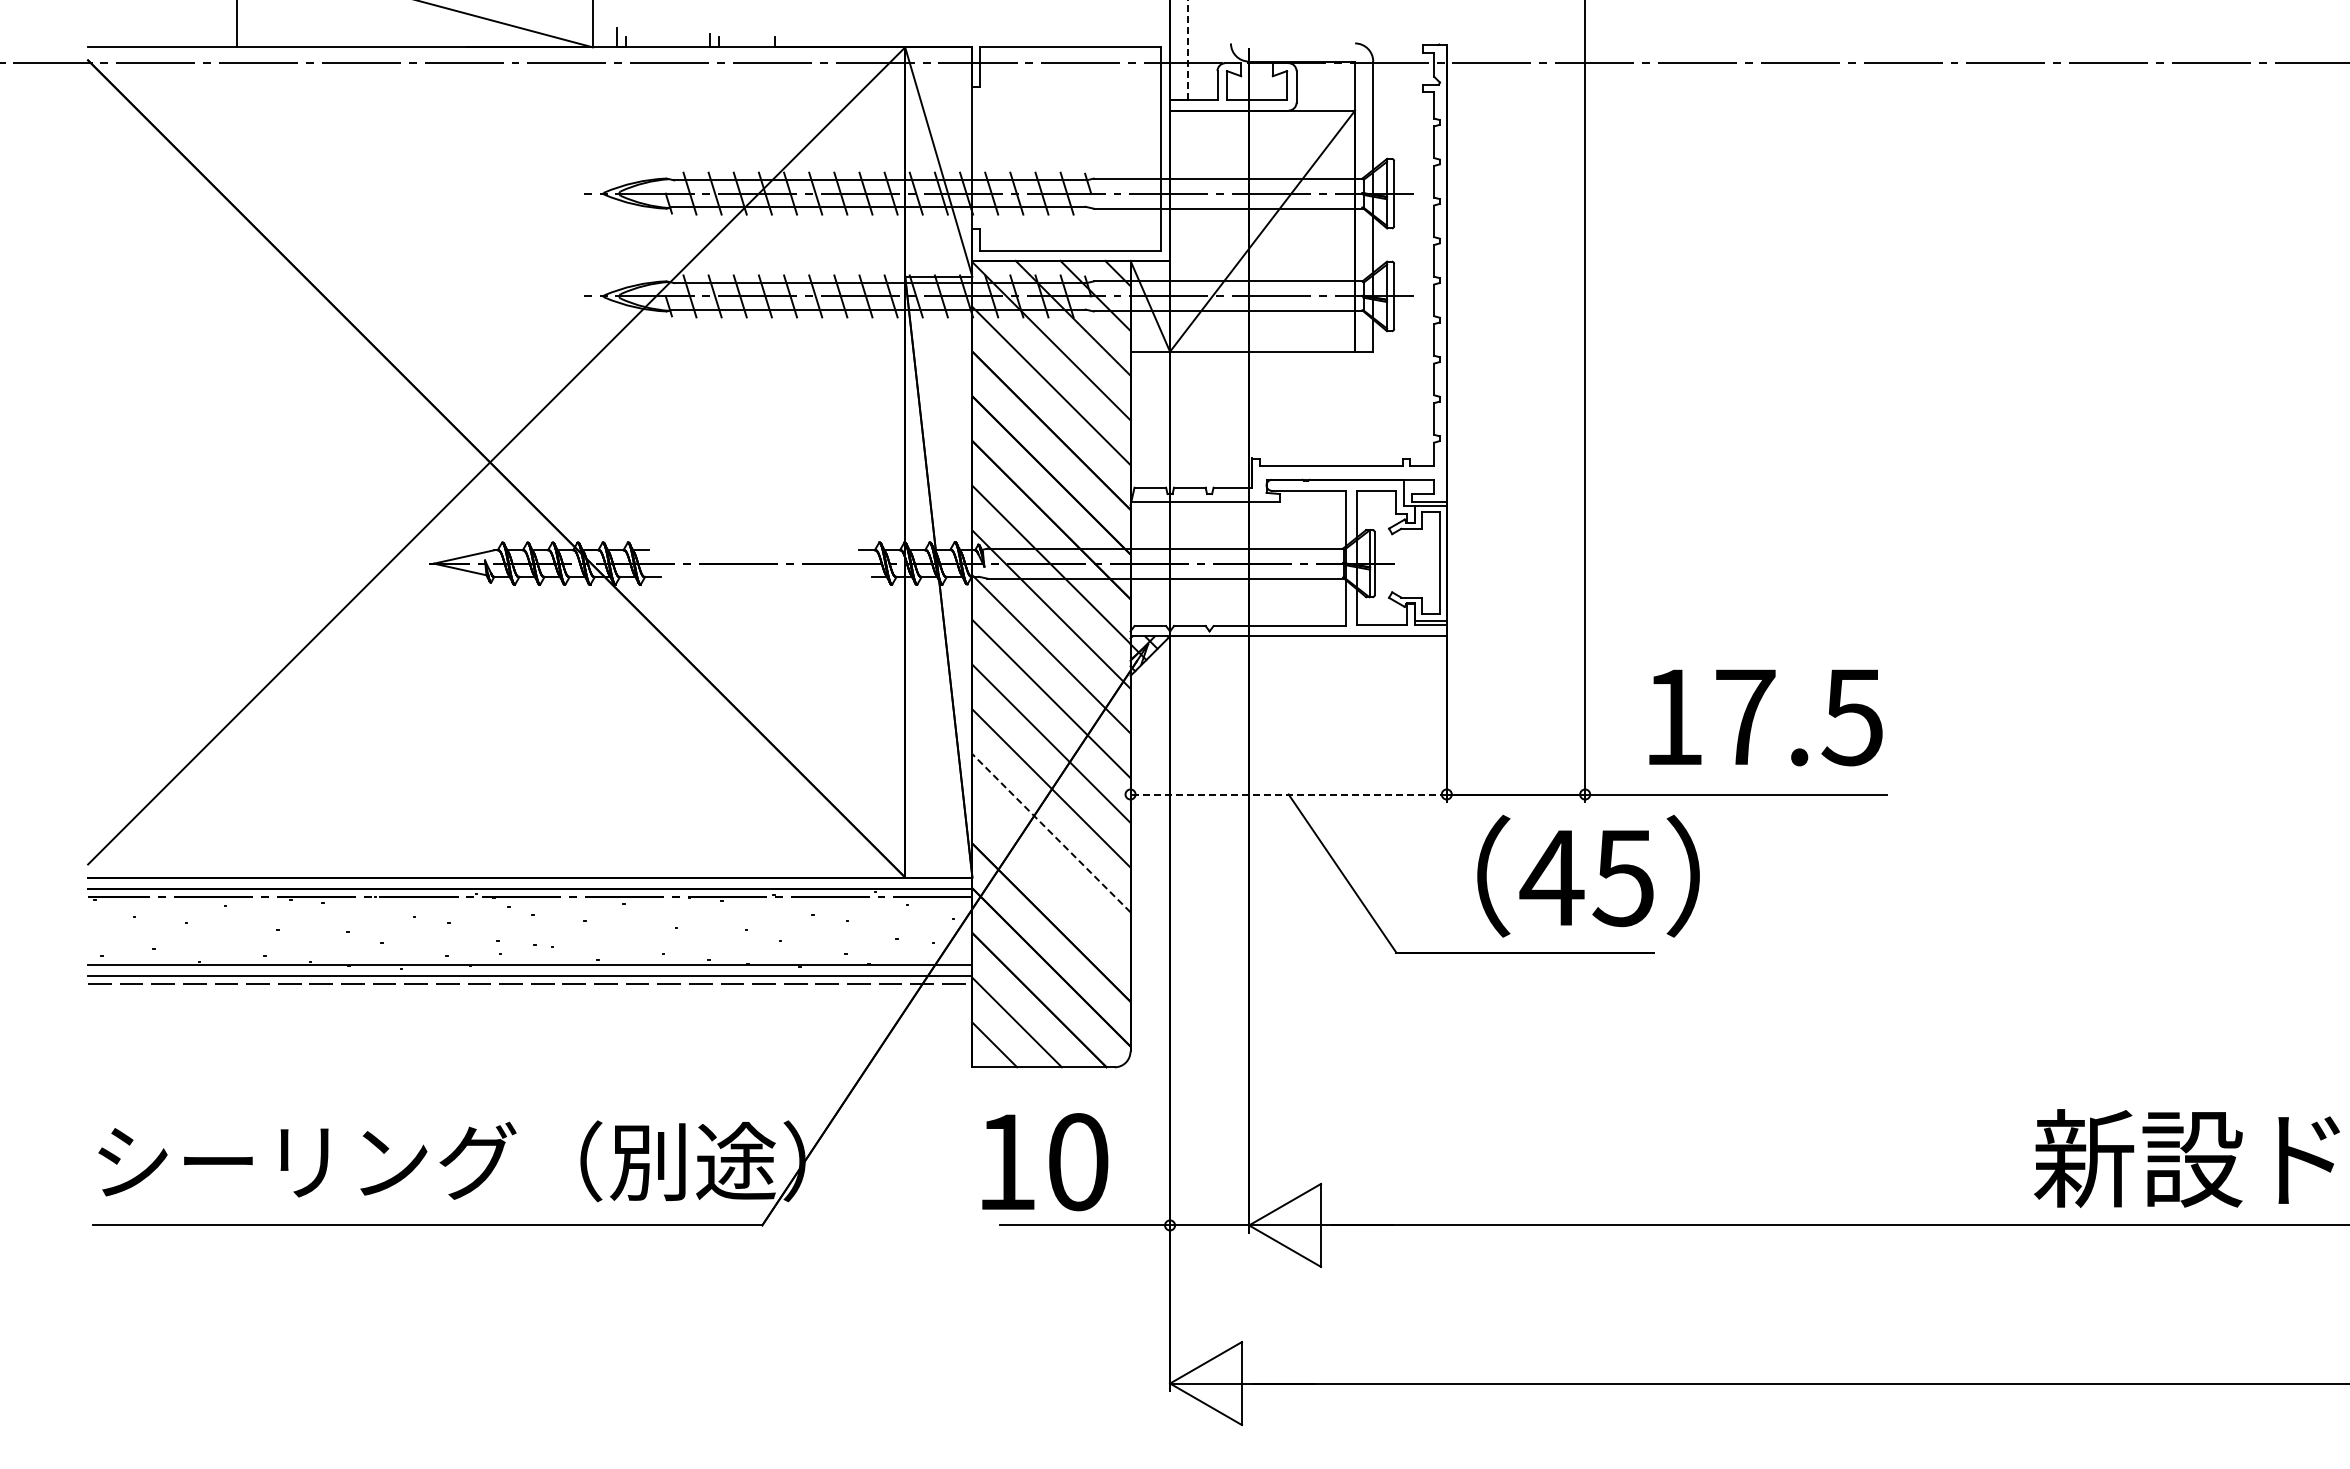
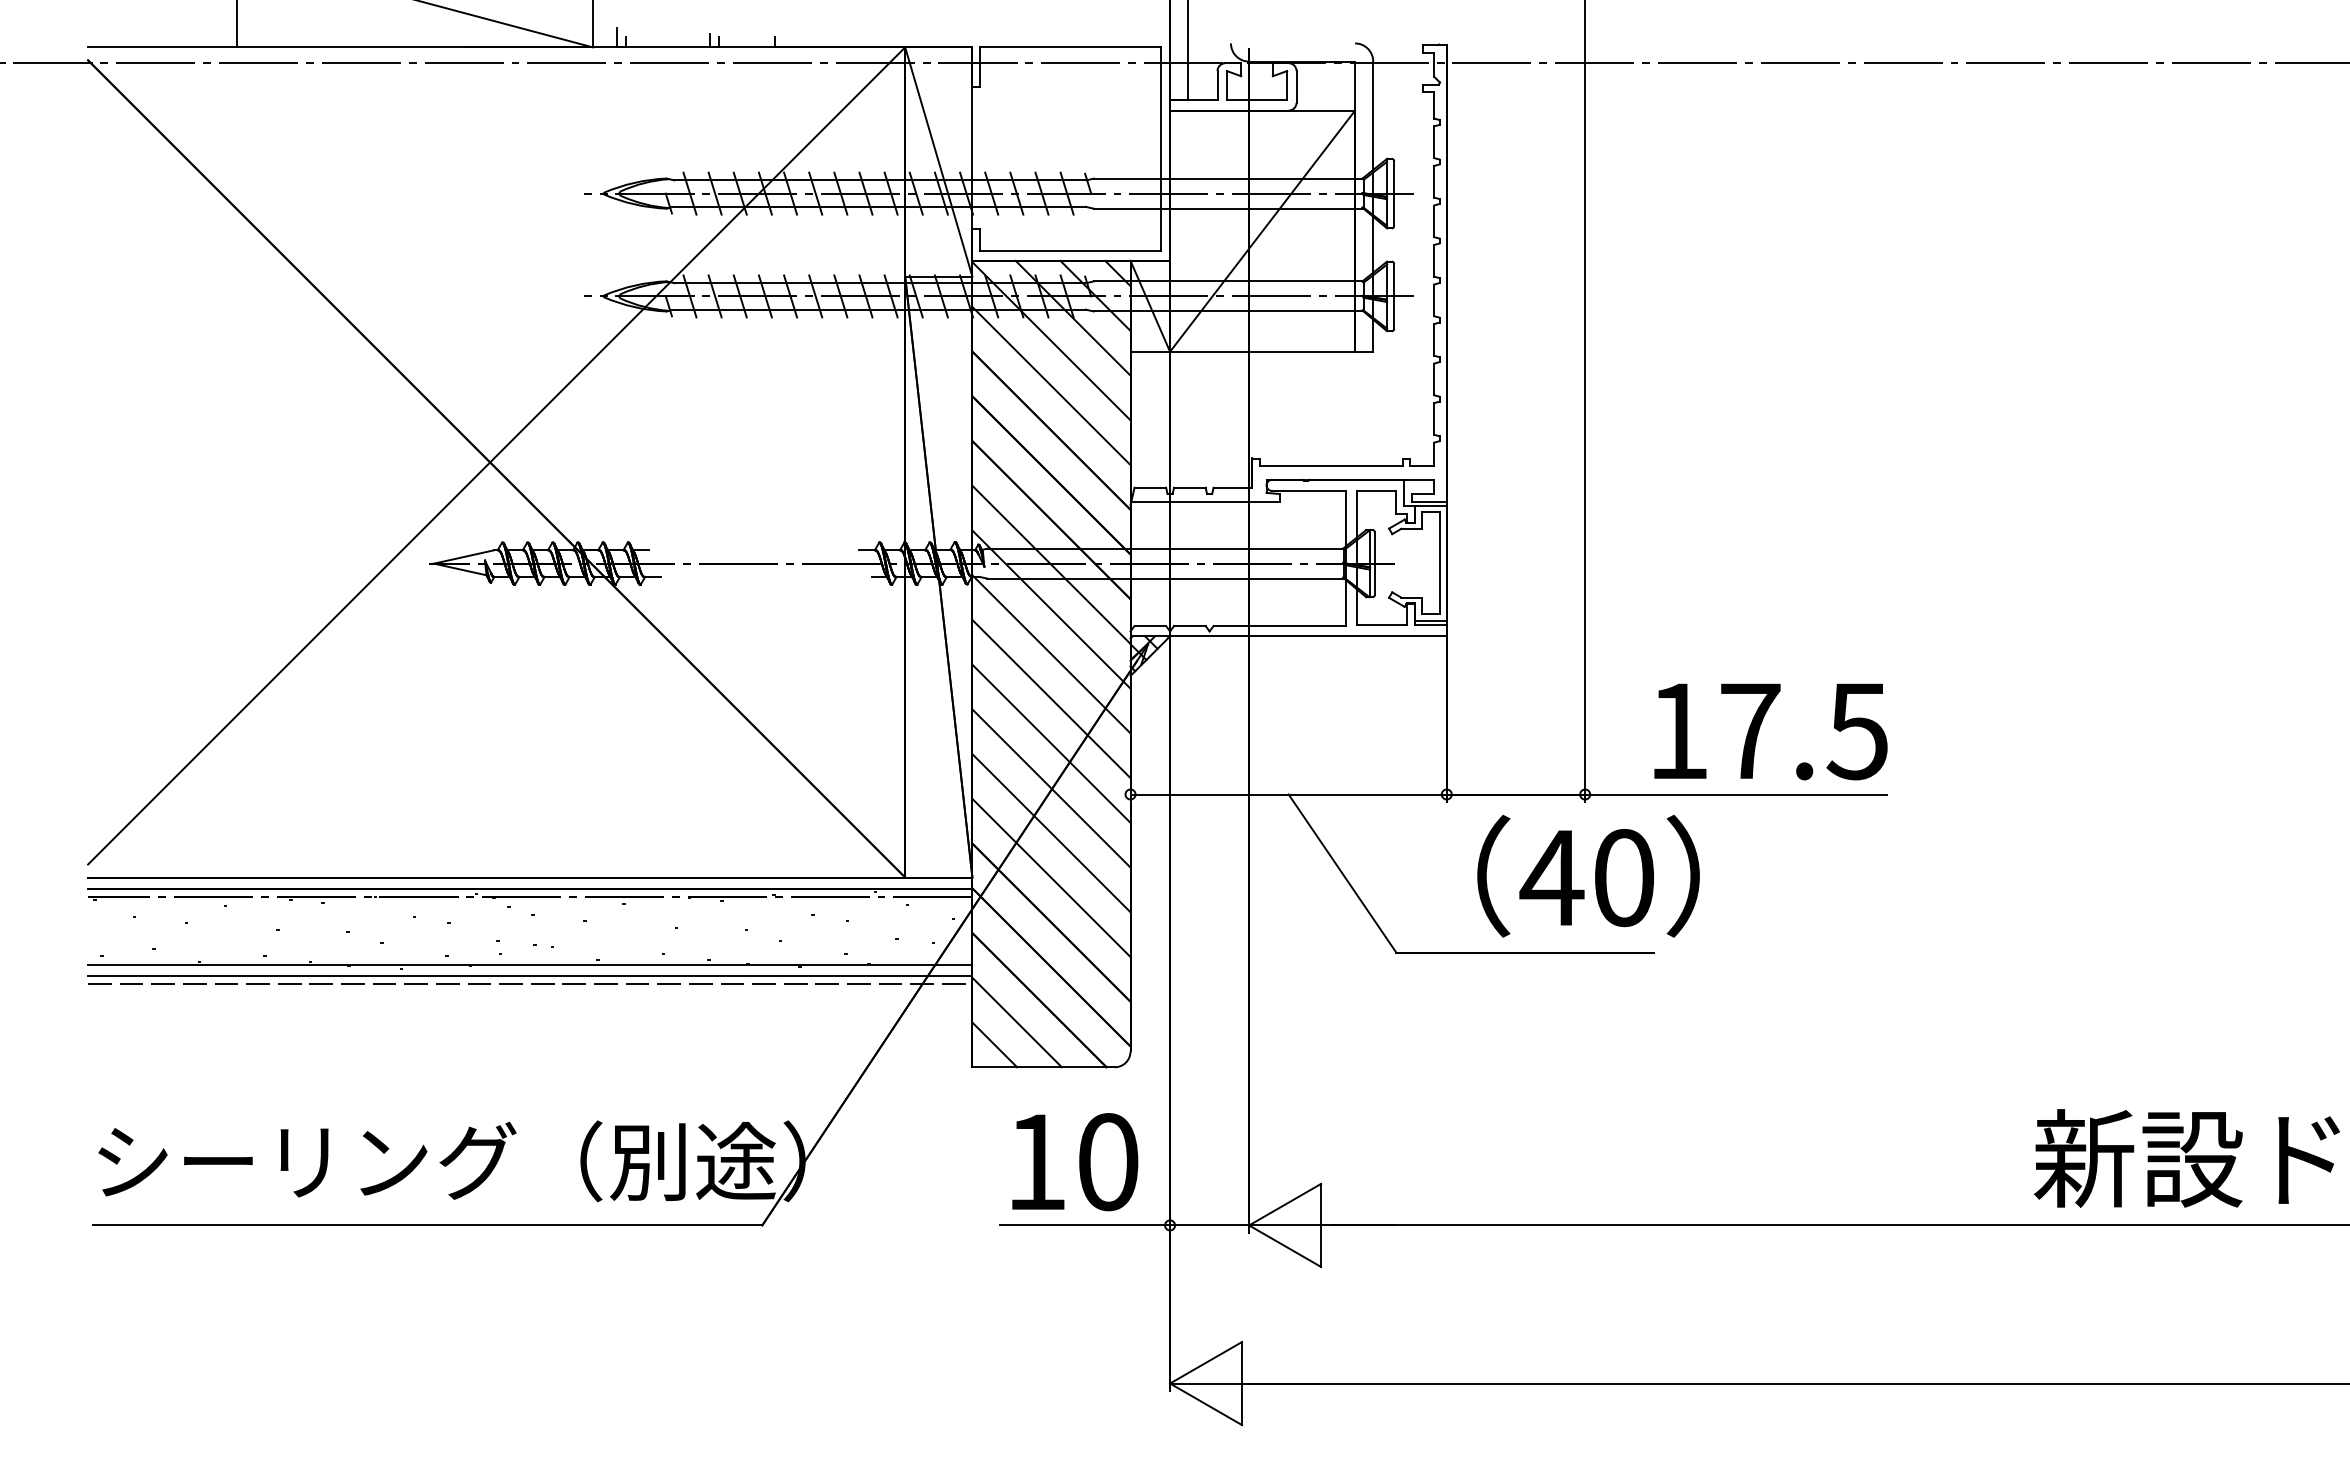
line at (1188, 50): dashed -> solid
text at (1765, 717) position: (1765, 717) -> (1770, 731)
line at (1288, 794): dashed -> solid
line at (1051, 833): dashed -> solid
line at (1051, 877): none -> present
text at (1623, 878): 45 -> 40
text at (1045, 1162) position: (1045, 1162) -> (1075, 1162)
